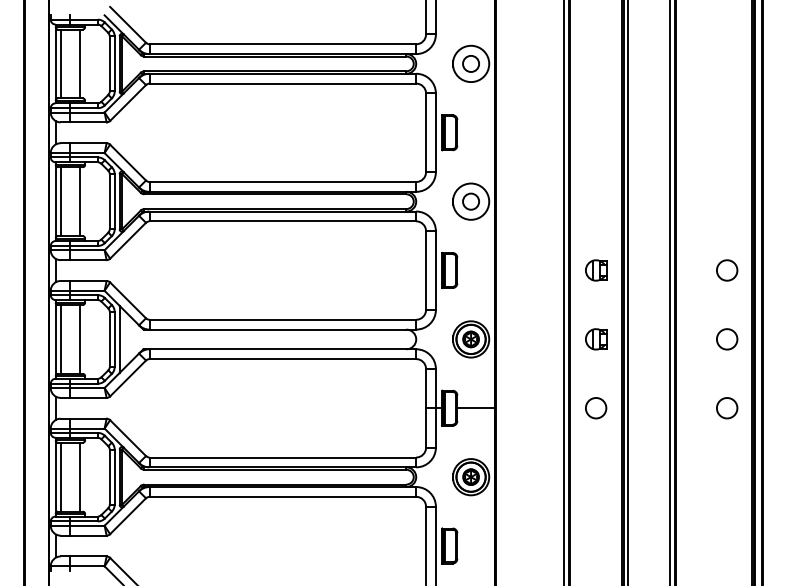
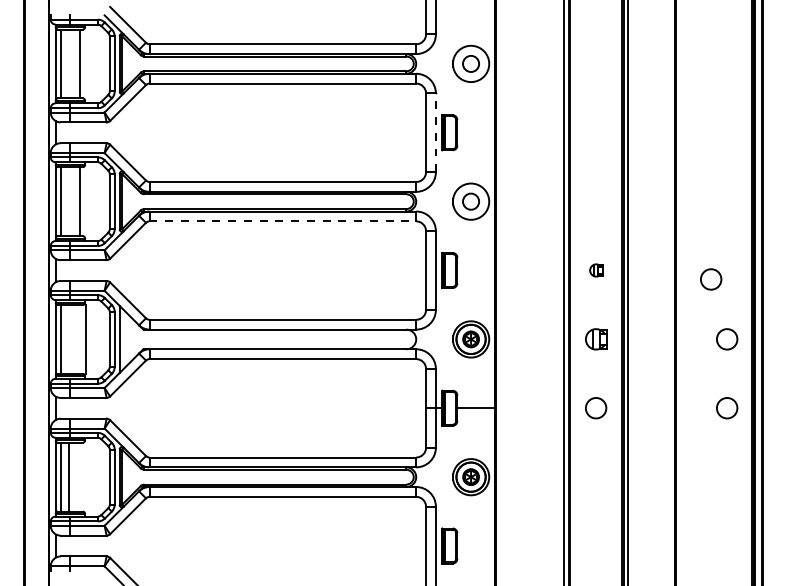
line at (435, 132): solid -> dashed
line at (283, 221): solid -> dashed
part at (596, 270) size: 23x23 px -> 15x15 px
circle at (727, 270) position: (727, 270) -> (711, 279)
line at (670, 292): present -> none
line at (79, 339) position: (79, 339) -> (85, 339)
line at (79, 476) position: (79, 476) -> (68, 476)
